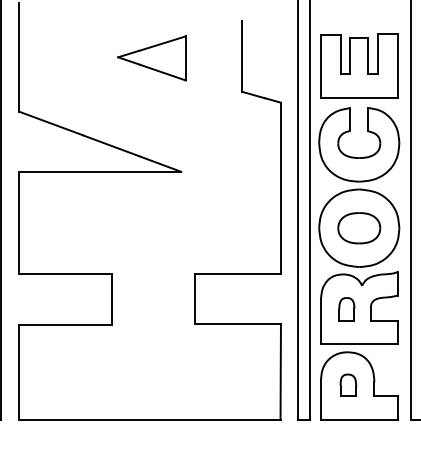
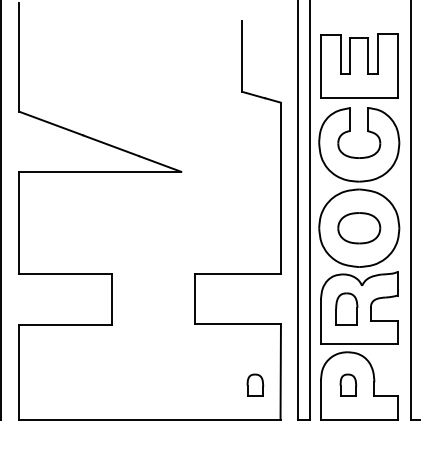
part at (151, 58): present -> none
part at (346, 309) size: 18x25 px -> 24x34 px
part at (255, 384): none -> present
